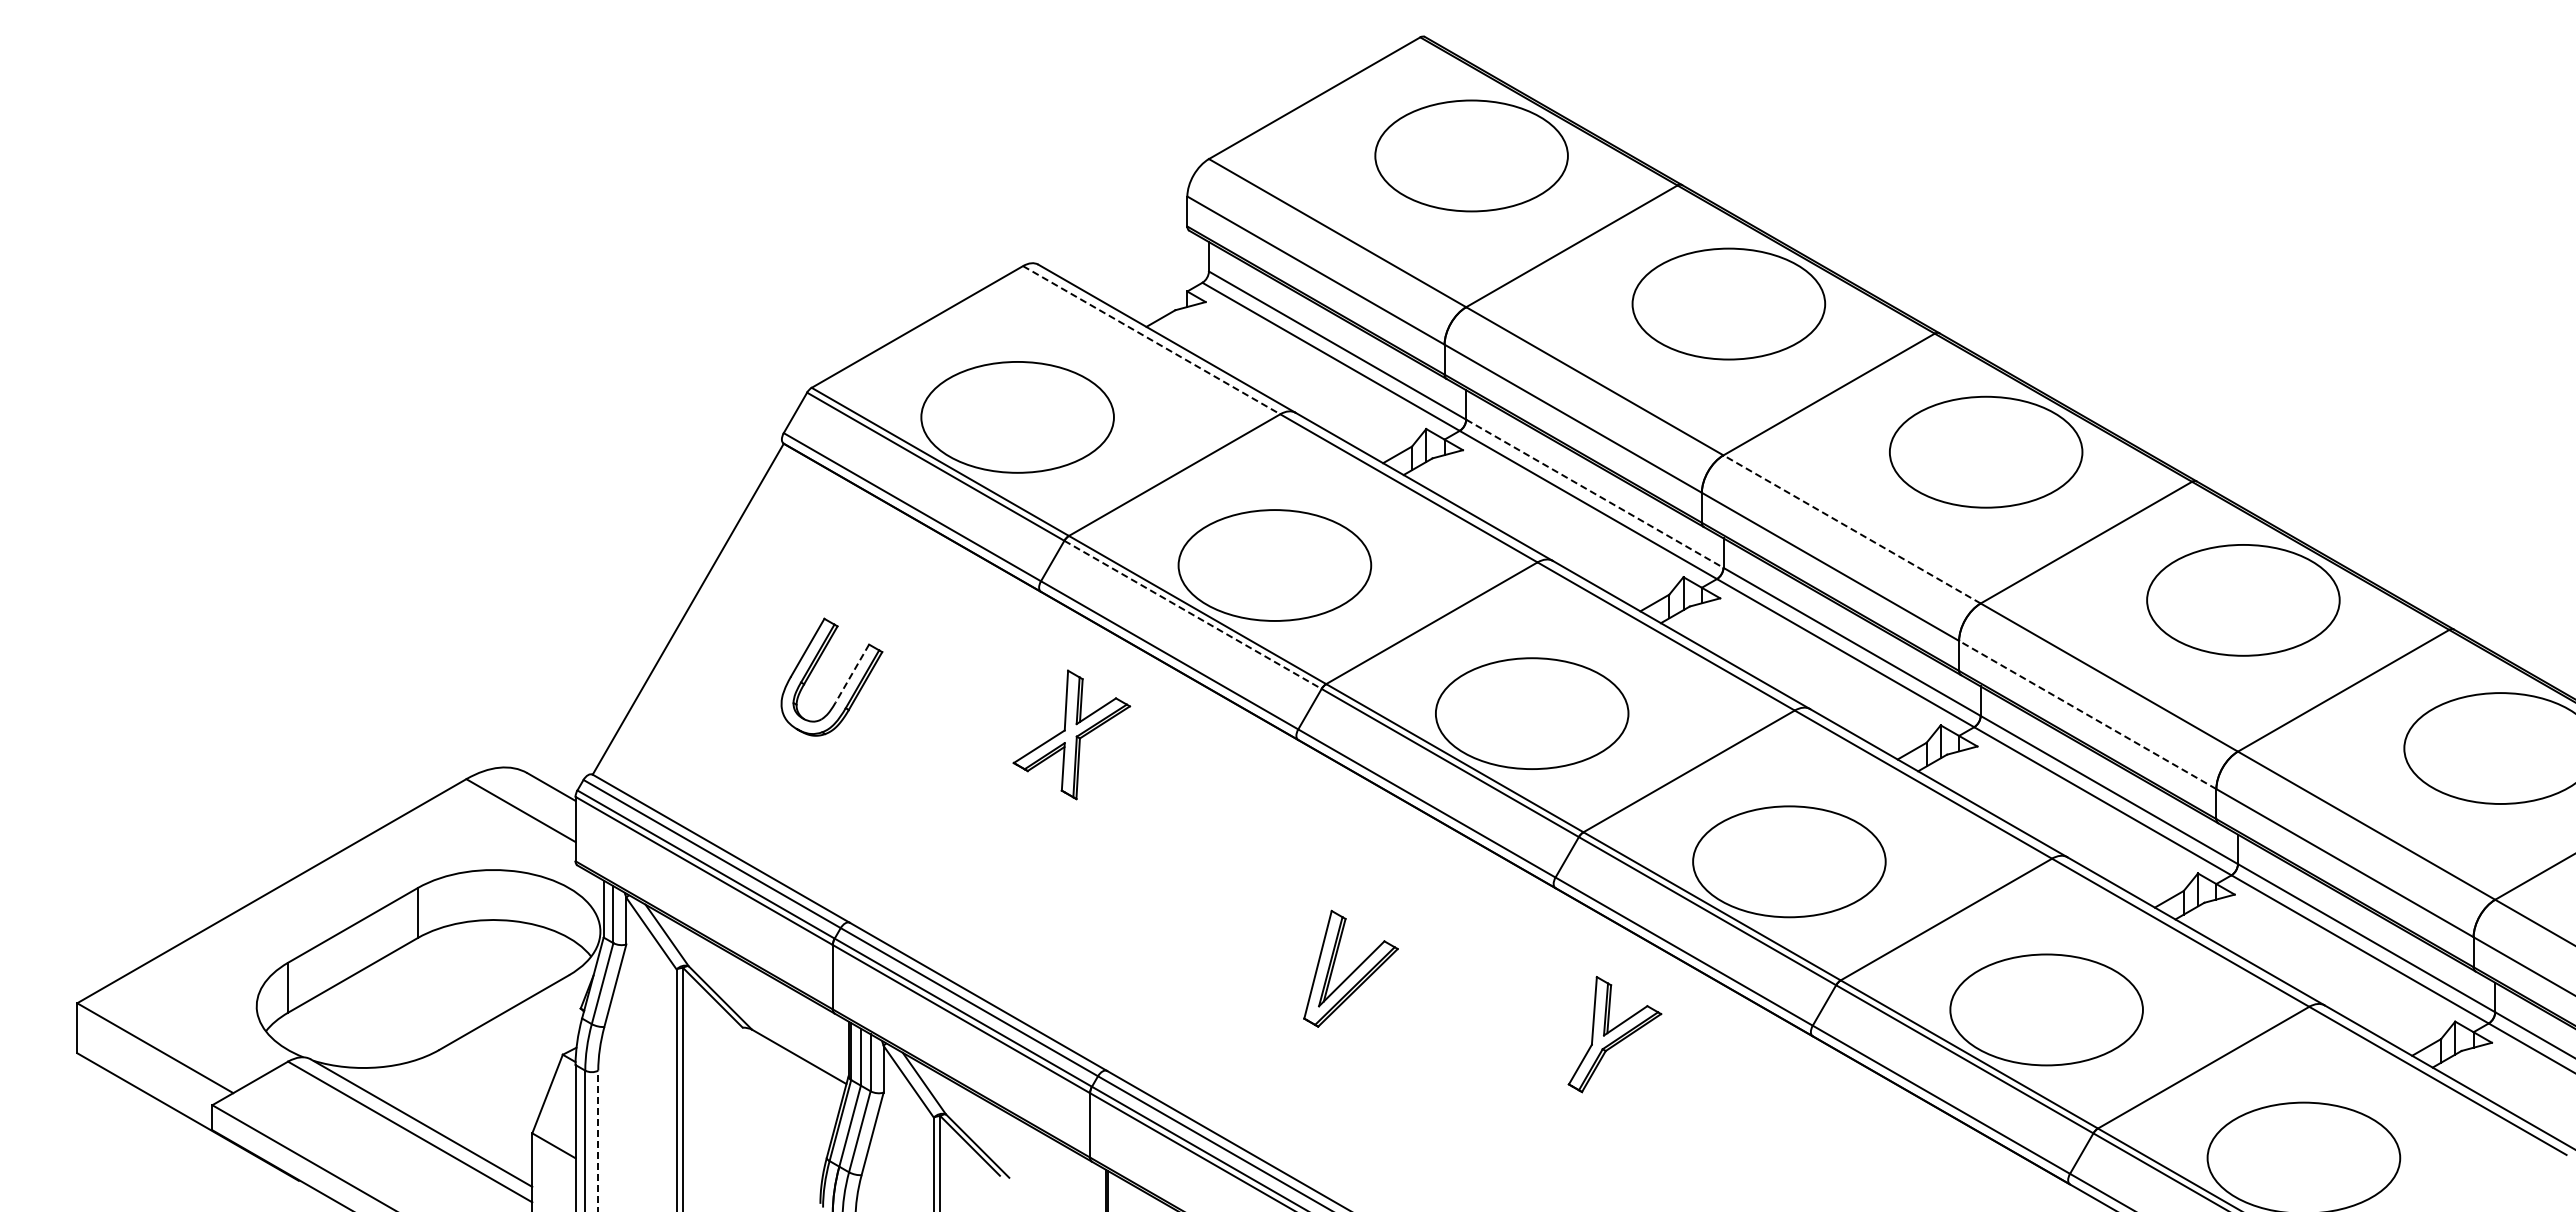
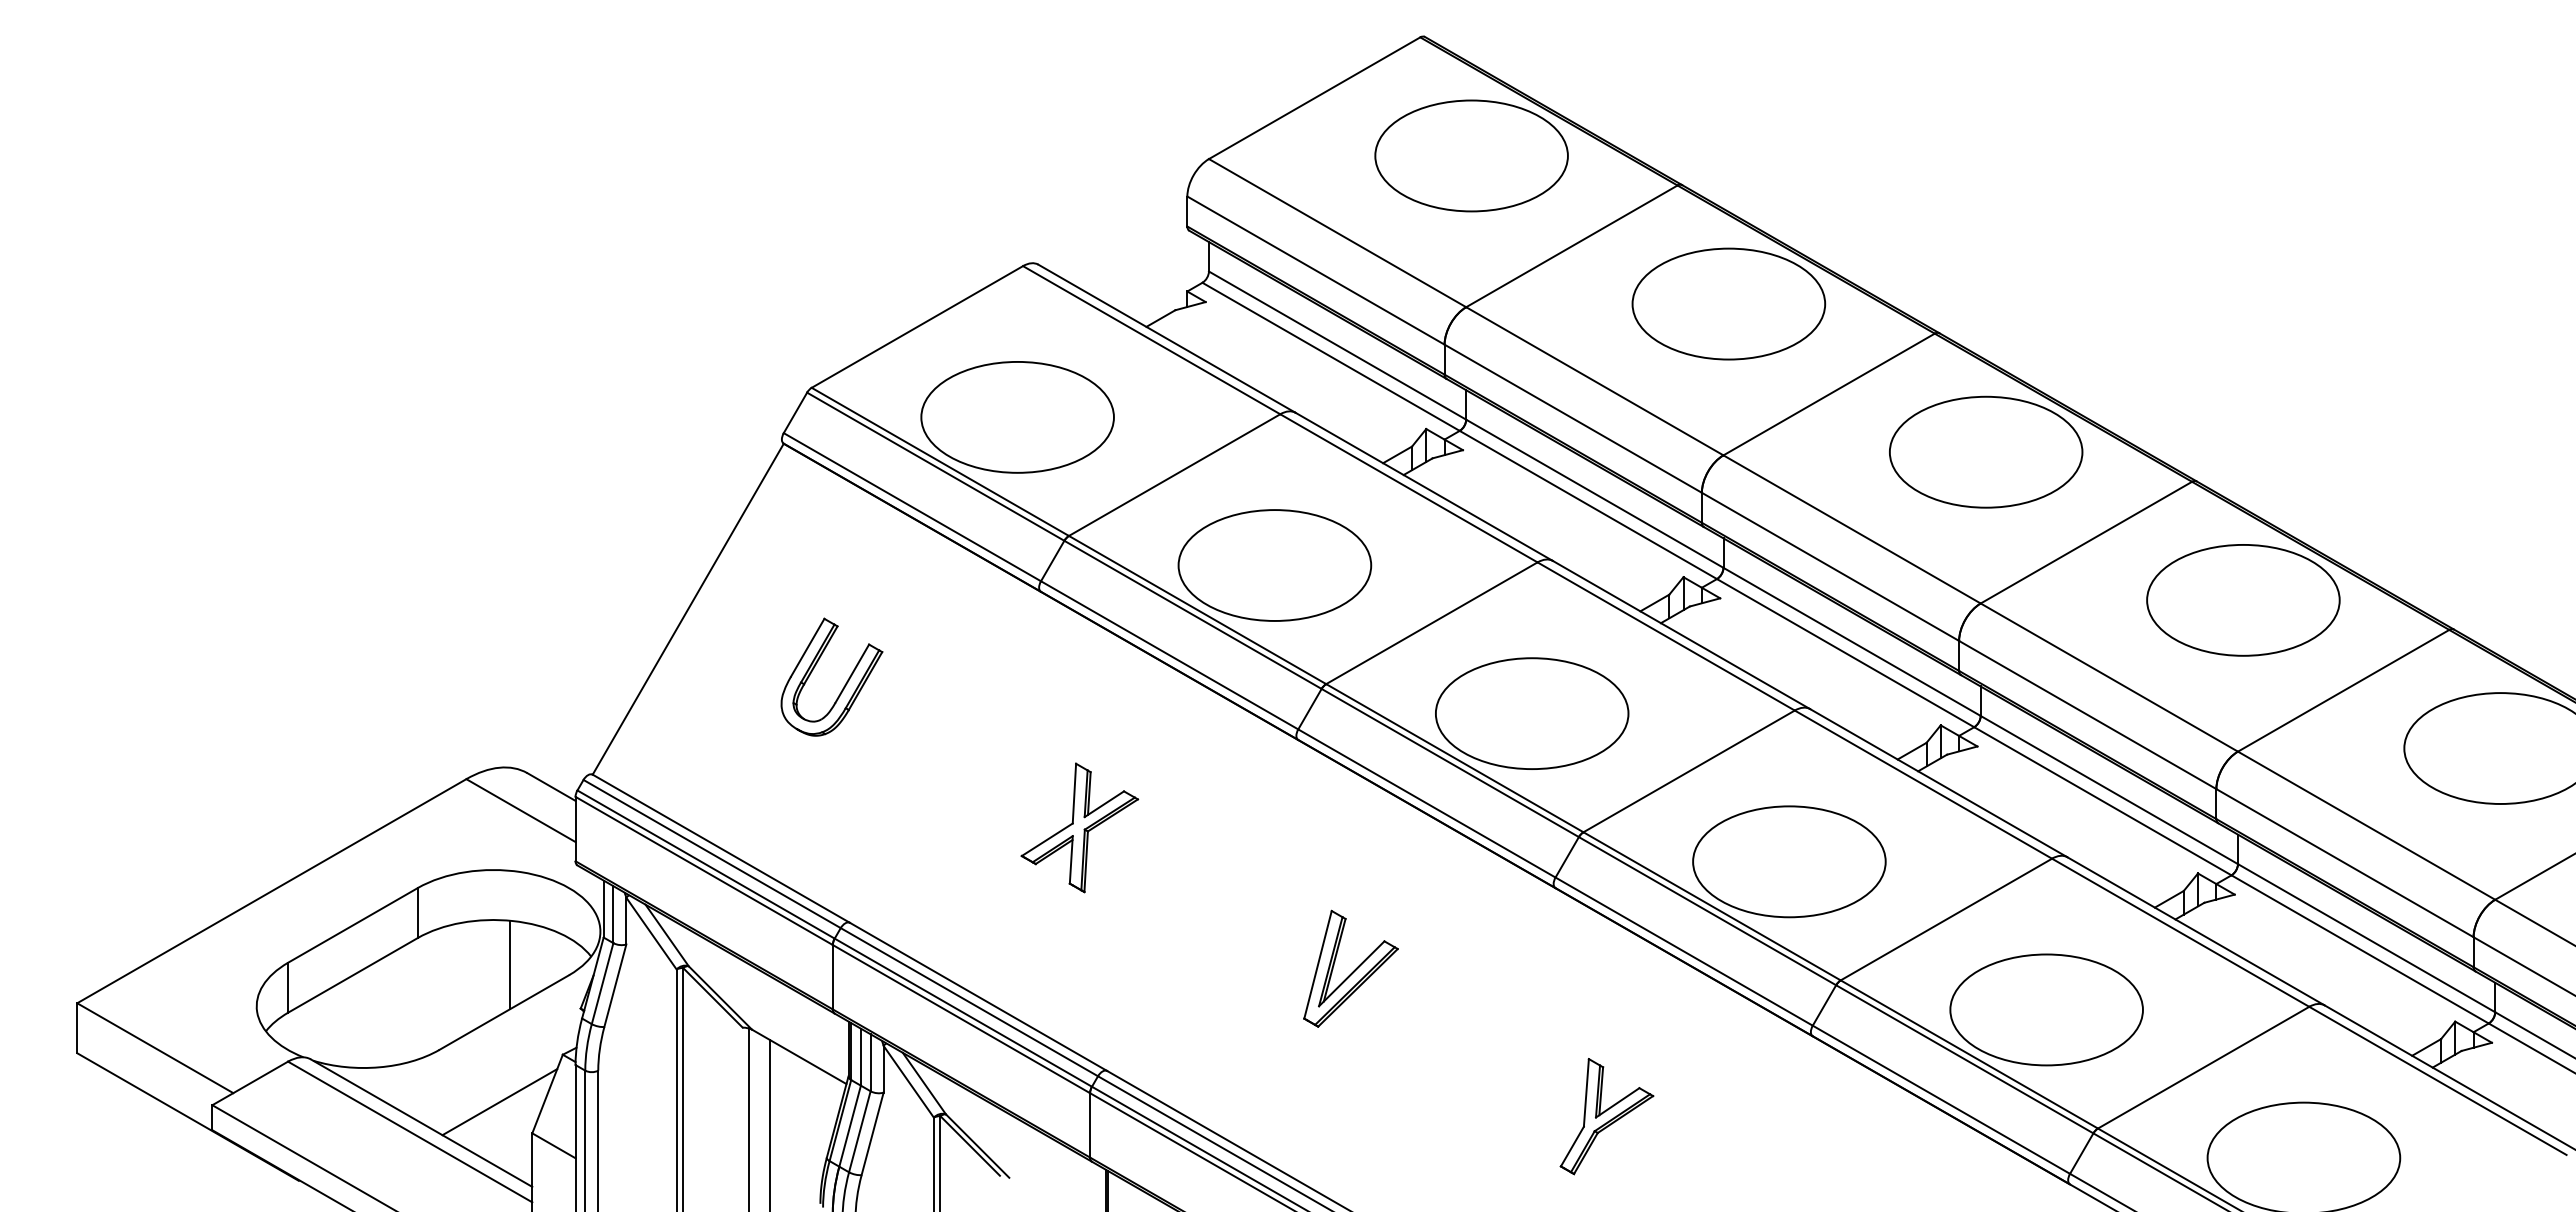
line at (1152, 340): dashed -> solid
line at (1595, 494): dashed -> solid
line at (1851, 529): dashed -> solid
line at (1193, 615): dashed -> solid
line at (852, 673): dashed -> solid
line at (2087, 714): dashed -> solid
part at (1071, 734) position: (1071, 734) -> (1079, 827)
line at (509, 964): none -> present
part at (1614, 1034) position: (1614, 1034) -> (1606, 1116)
line at (499, 1102): none -> present
line at (748, 1118): none -> present
line at (770, 1124): none -> present
line at (598, 1140): dashed -> solid
